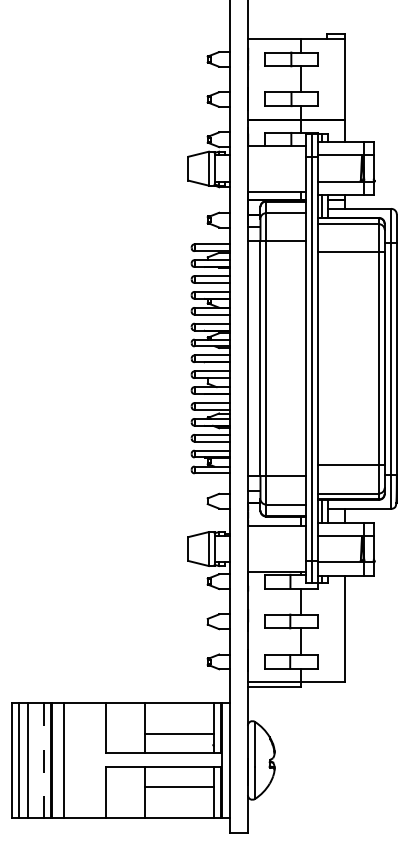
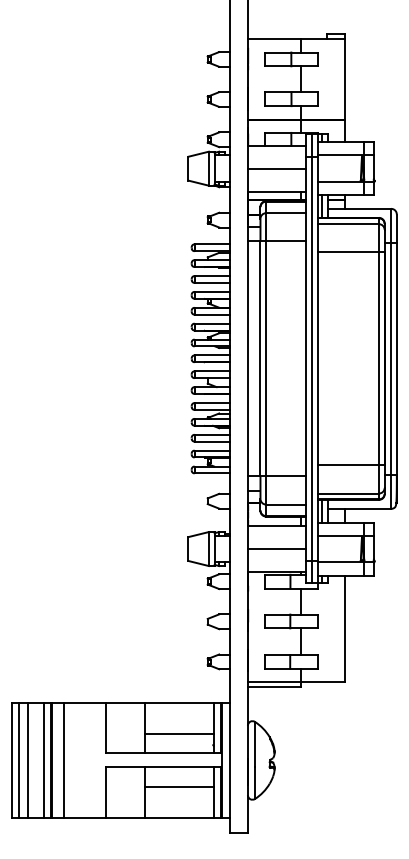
line at (276, 168): none -> present
line at (276, 549): none -> present
line at (44, 760): dashed -> solid
